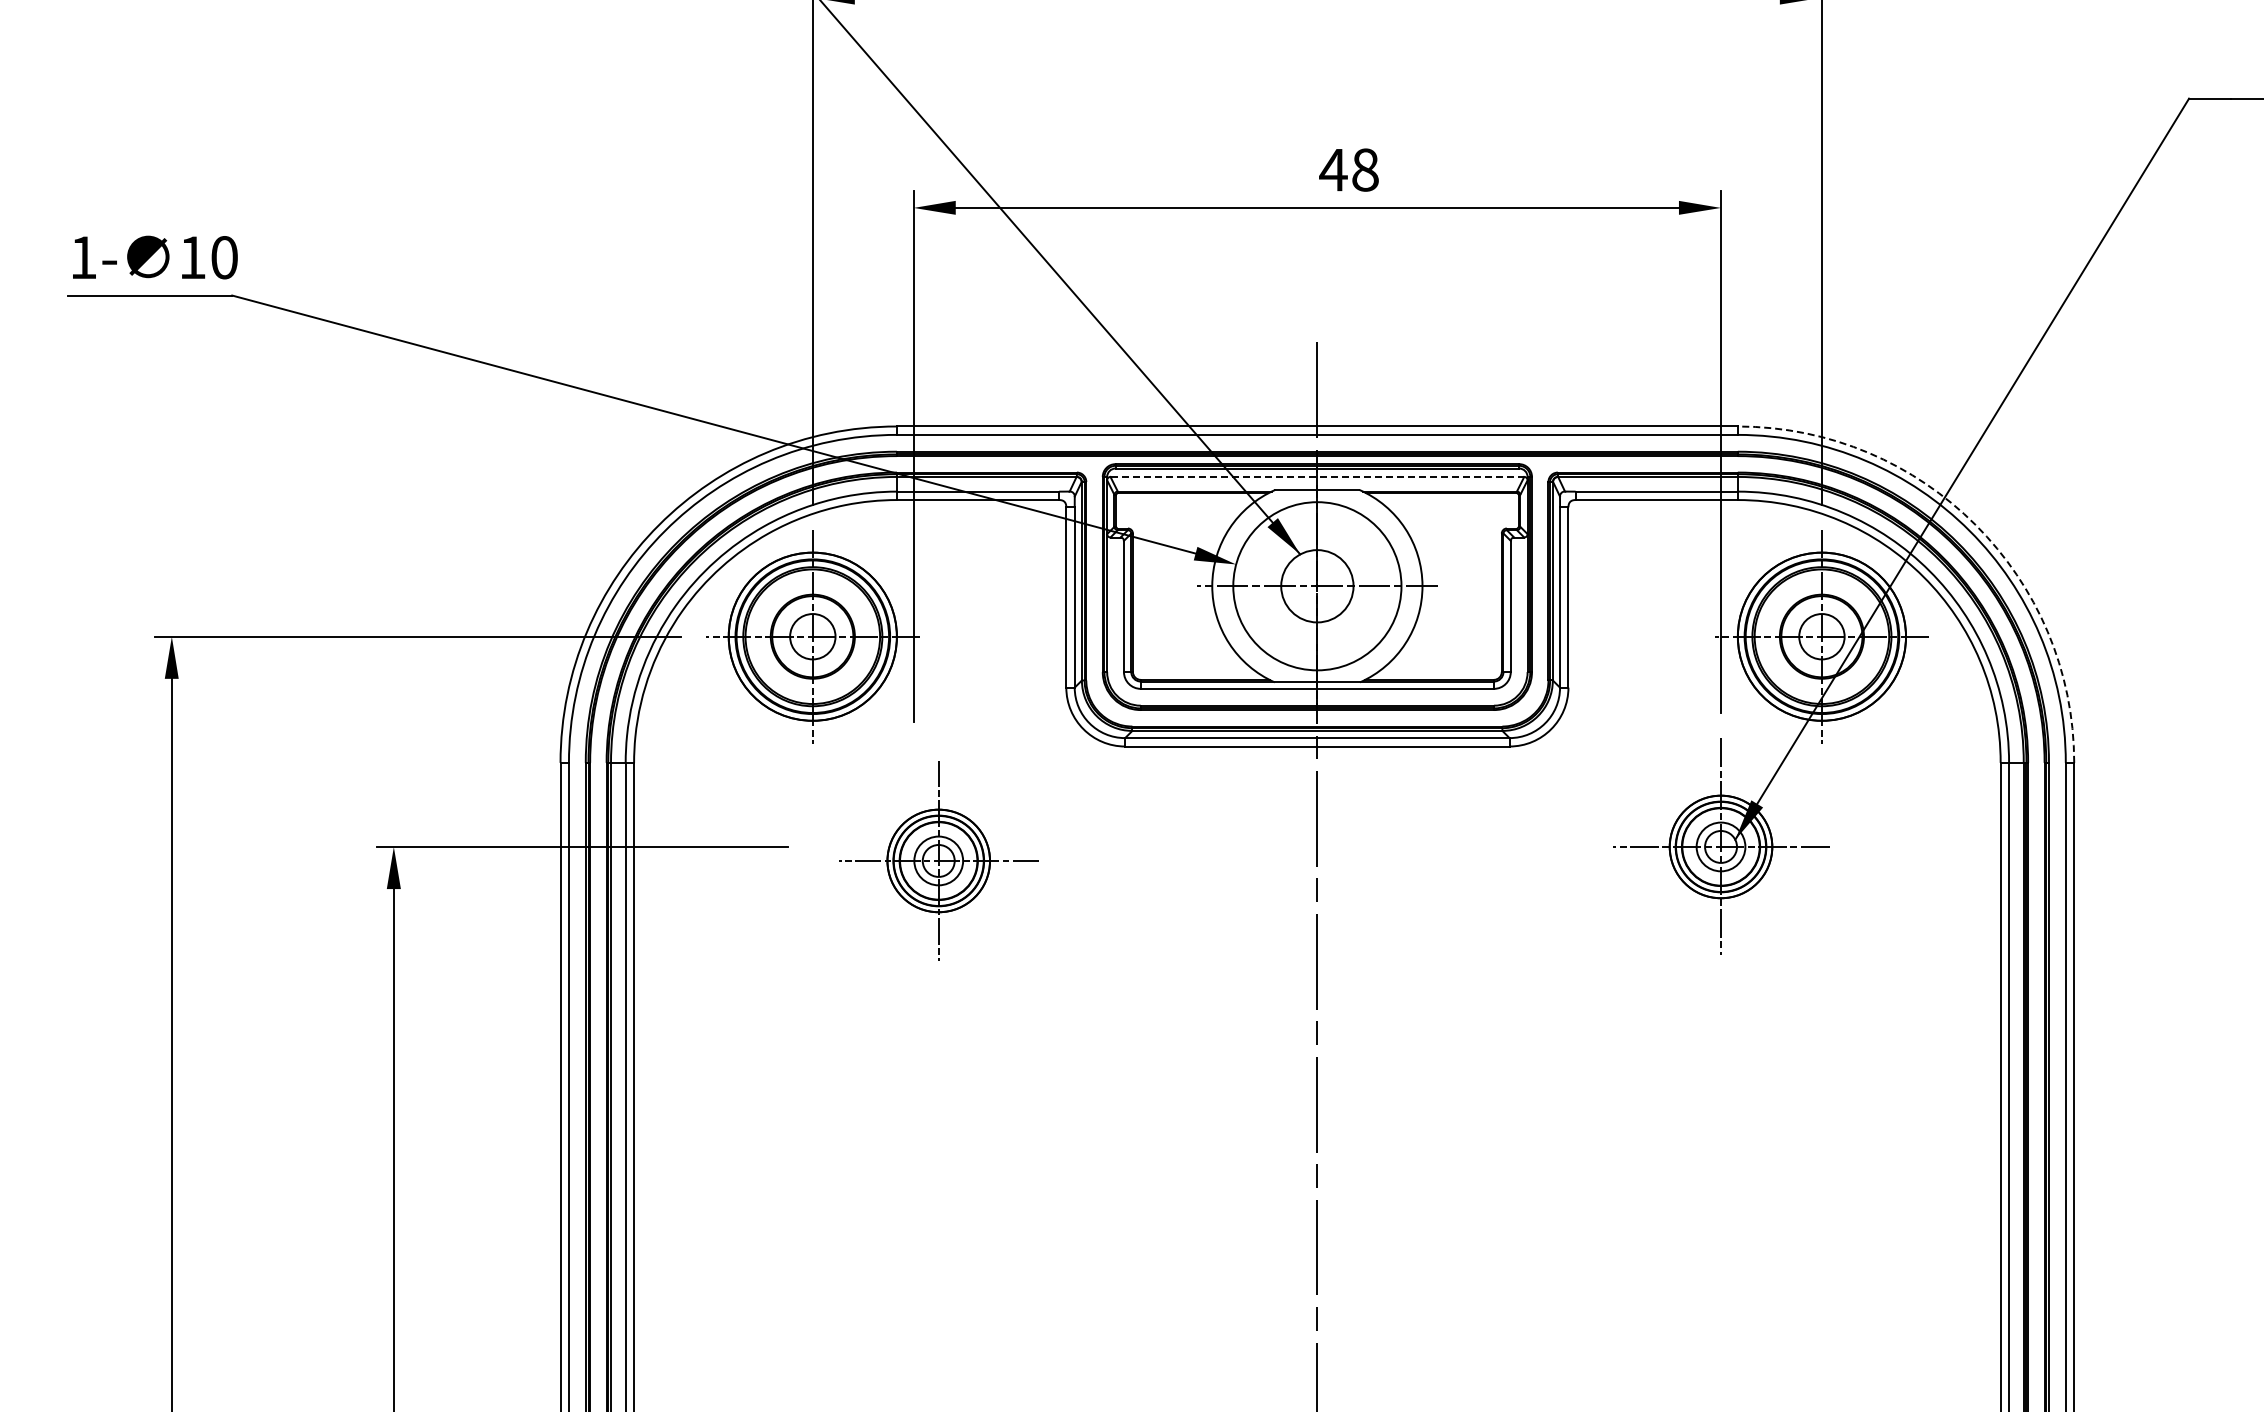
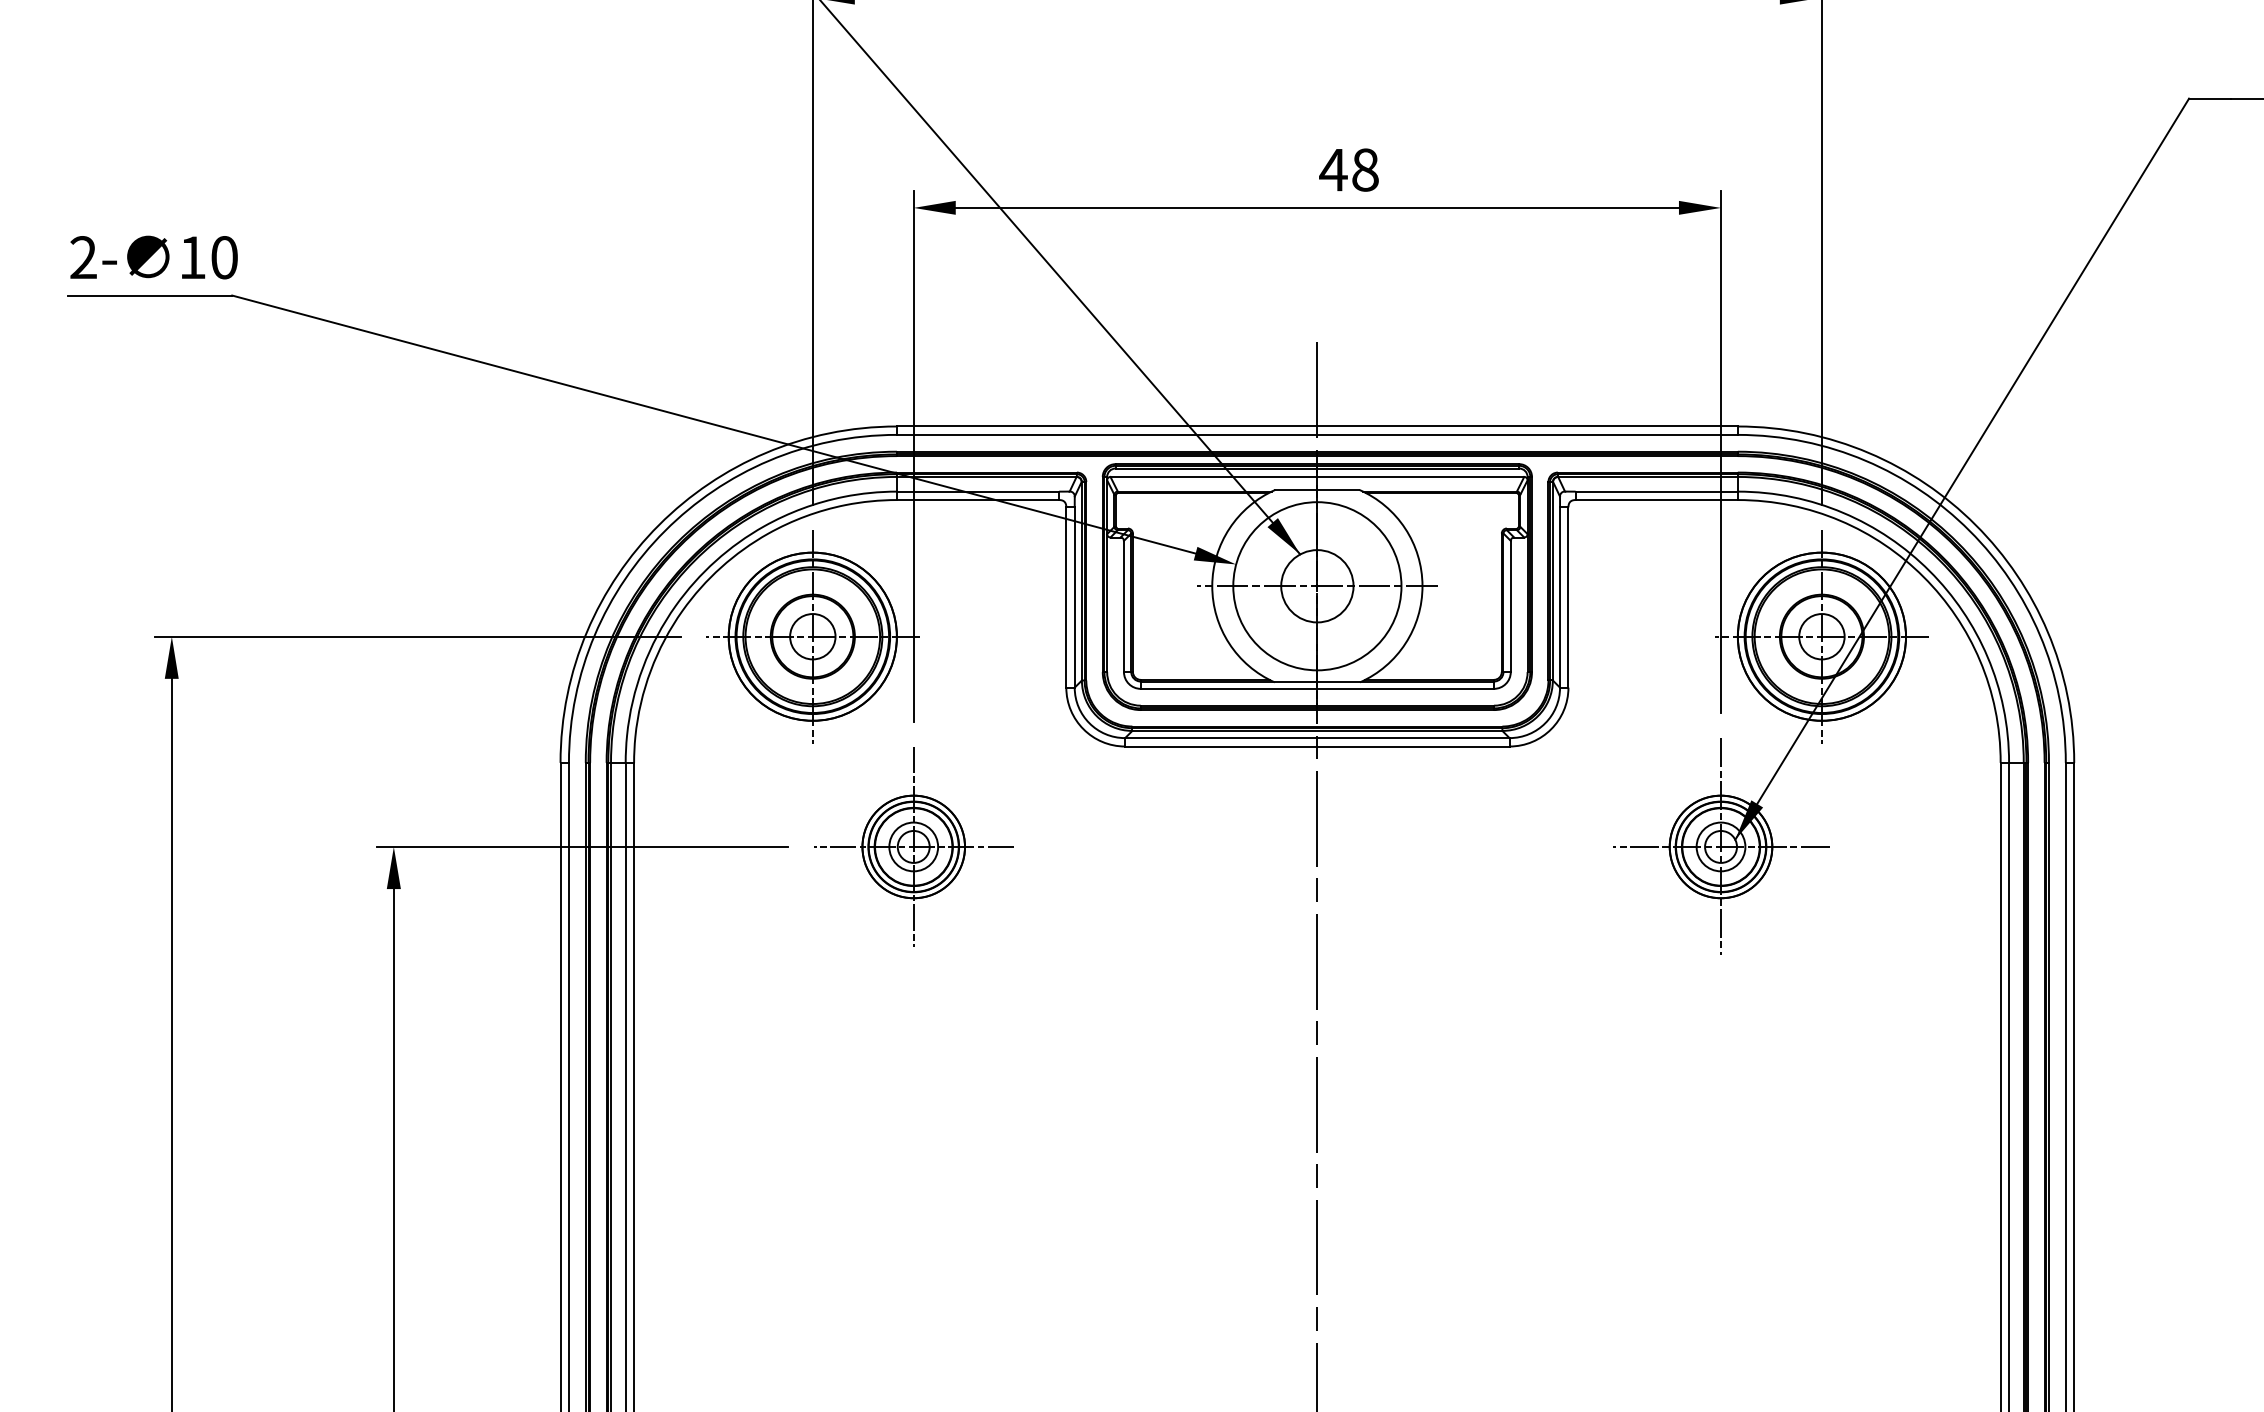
text at (83, 257): 1- -> 2-
line at (1317, 476): dashed -> solid
arc at (1975, 525): dashed -> solid
part at (938, 860) position: (938, 860) -> (913, 846)
